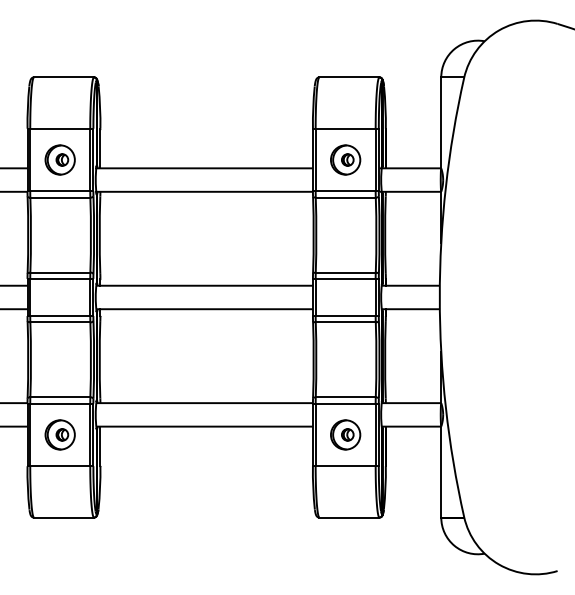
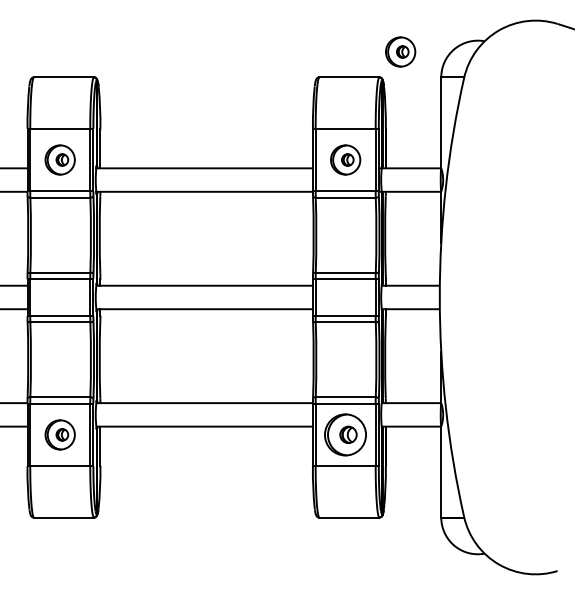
part at (400, 51): none -> present
part at (345, 434) size: 32x32 px -> 43x44 px
